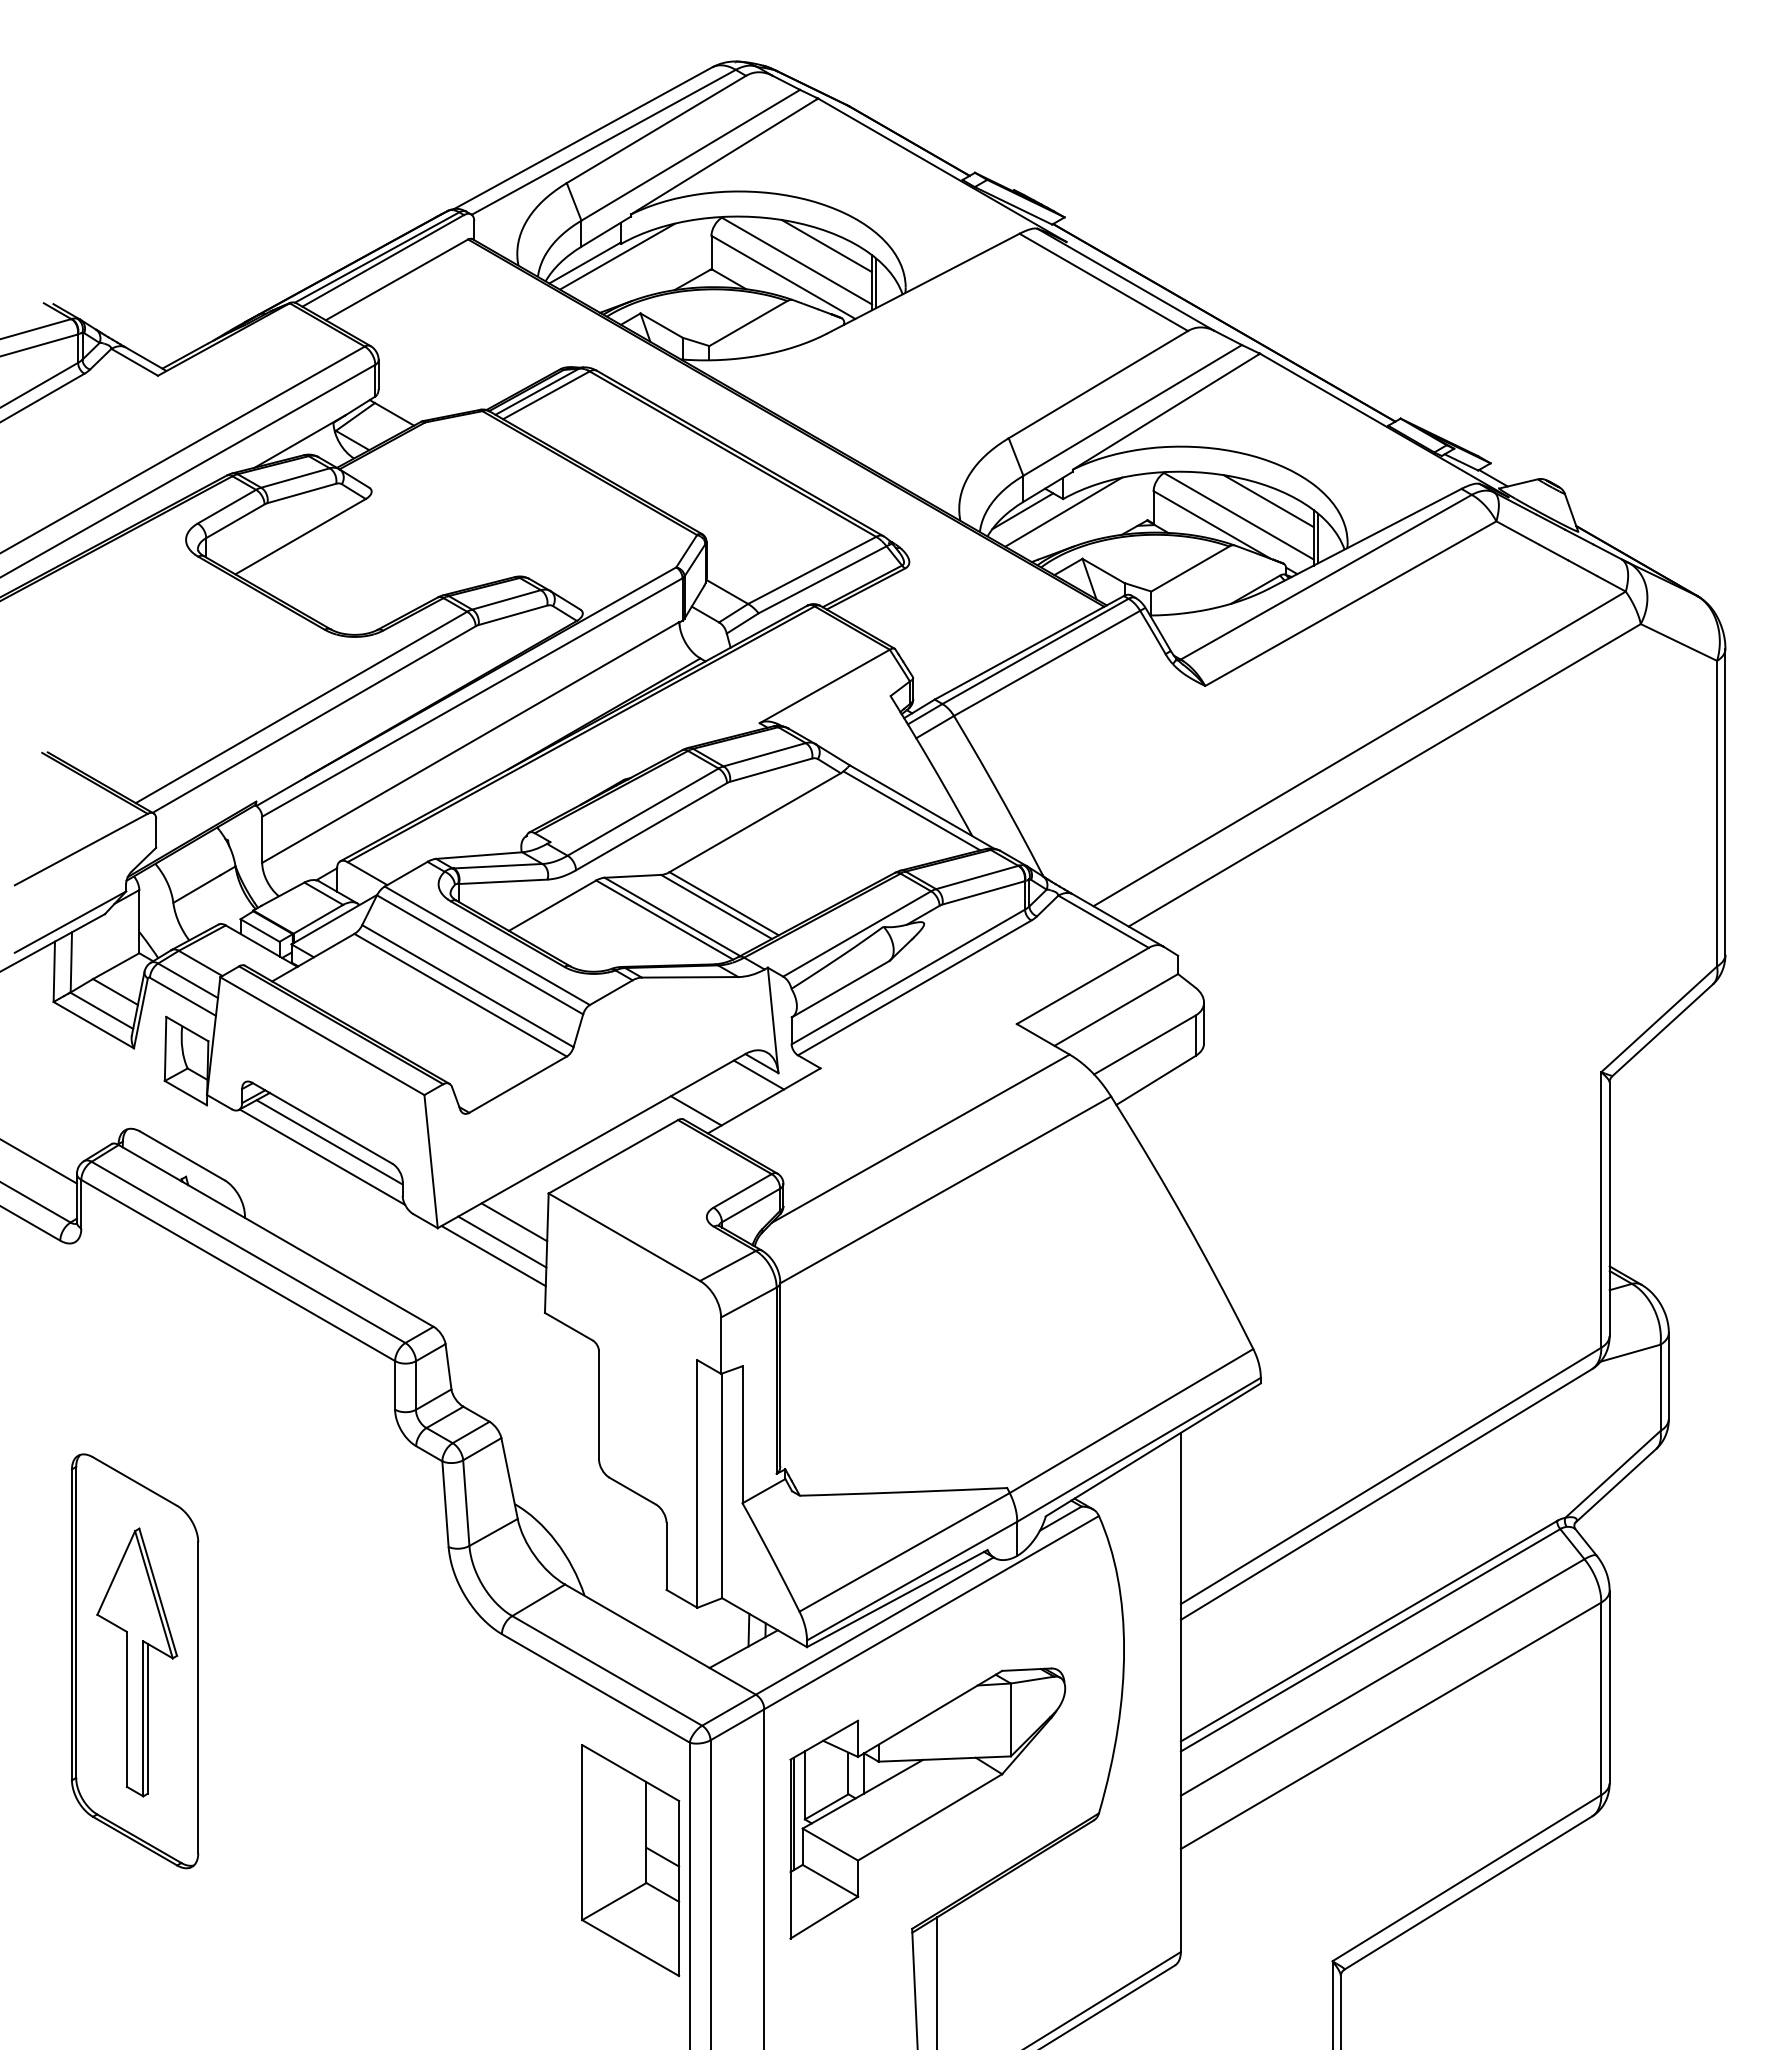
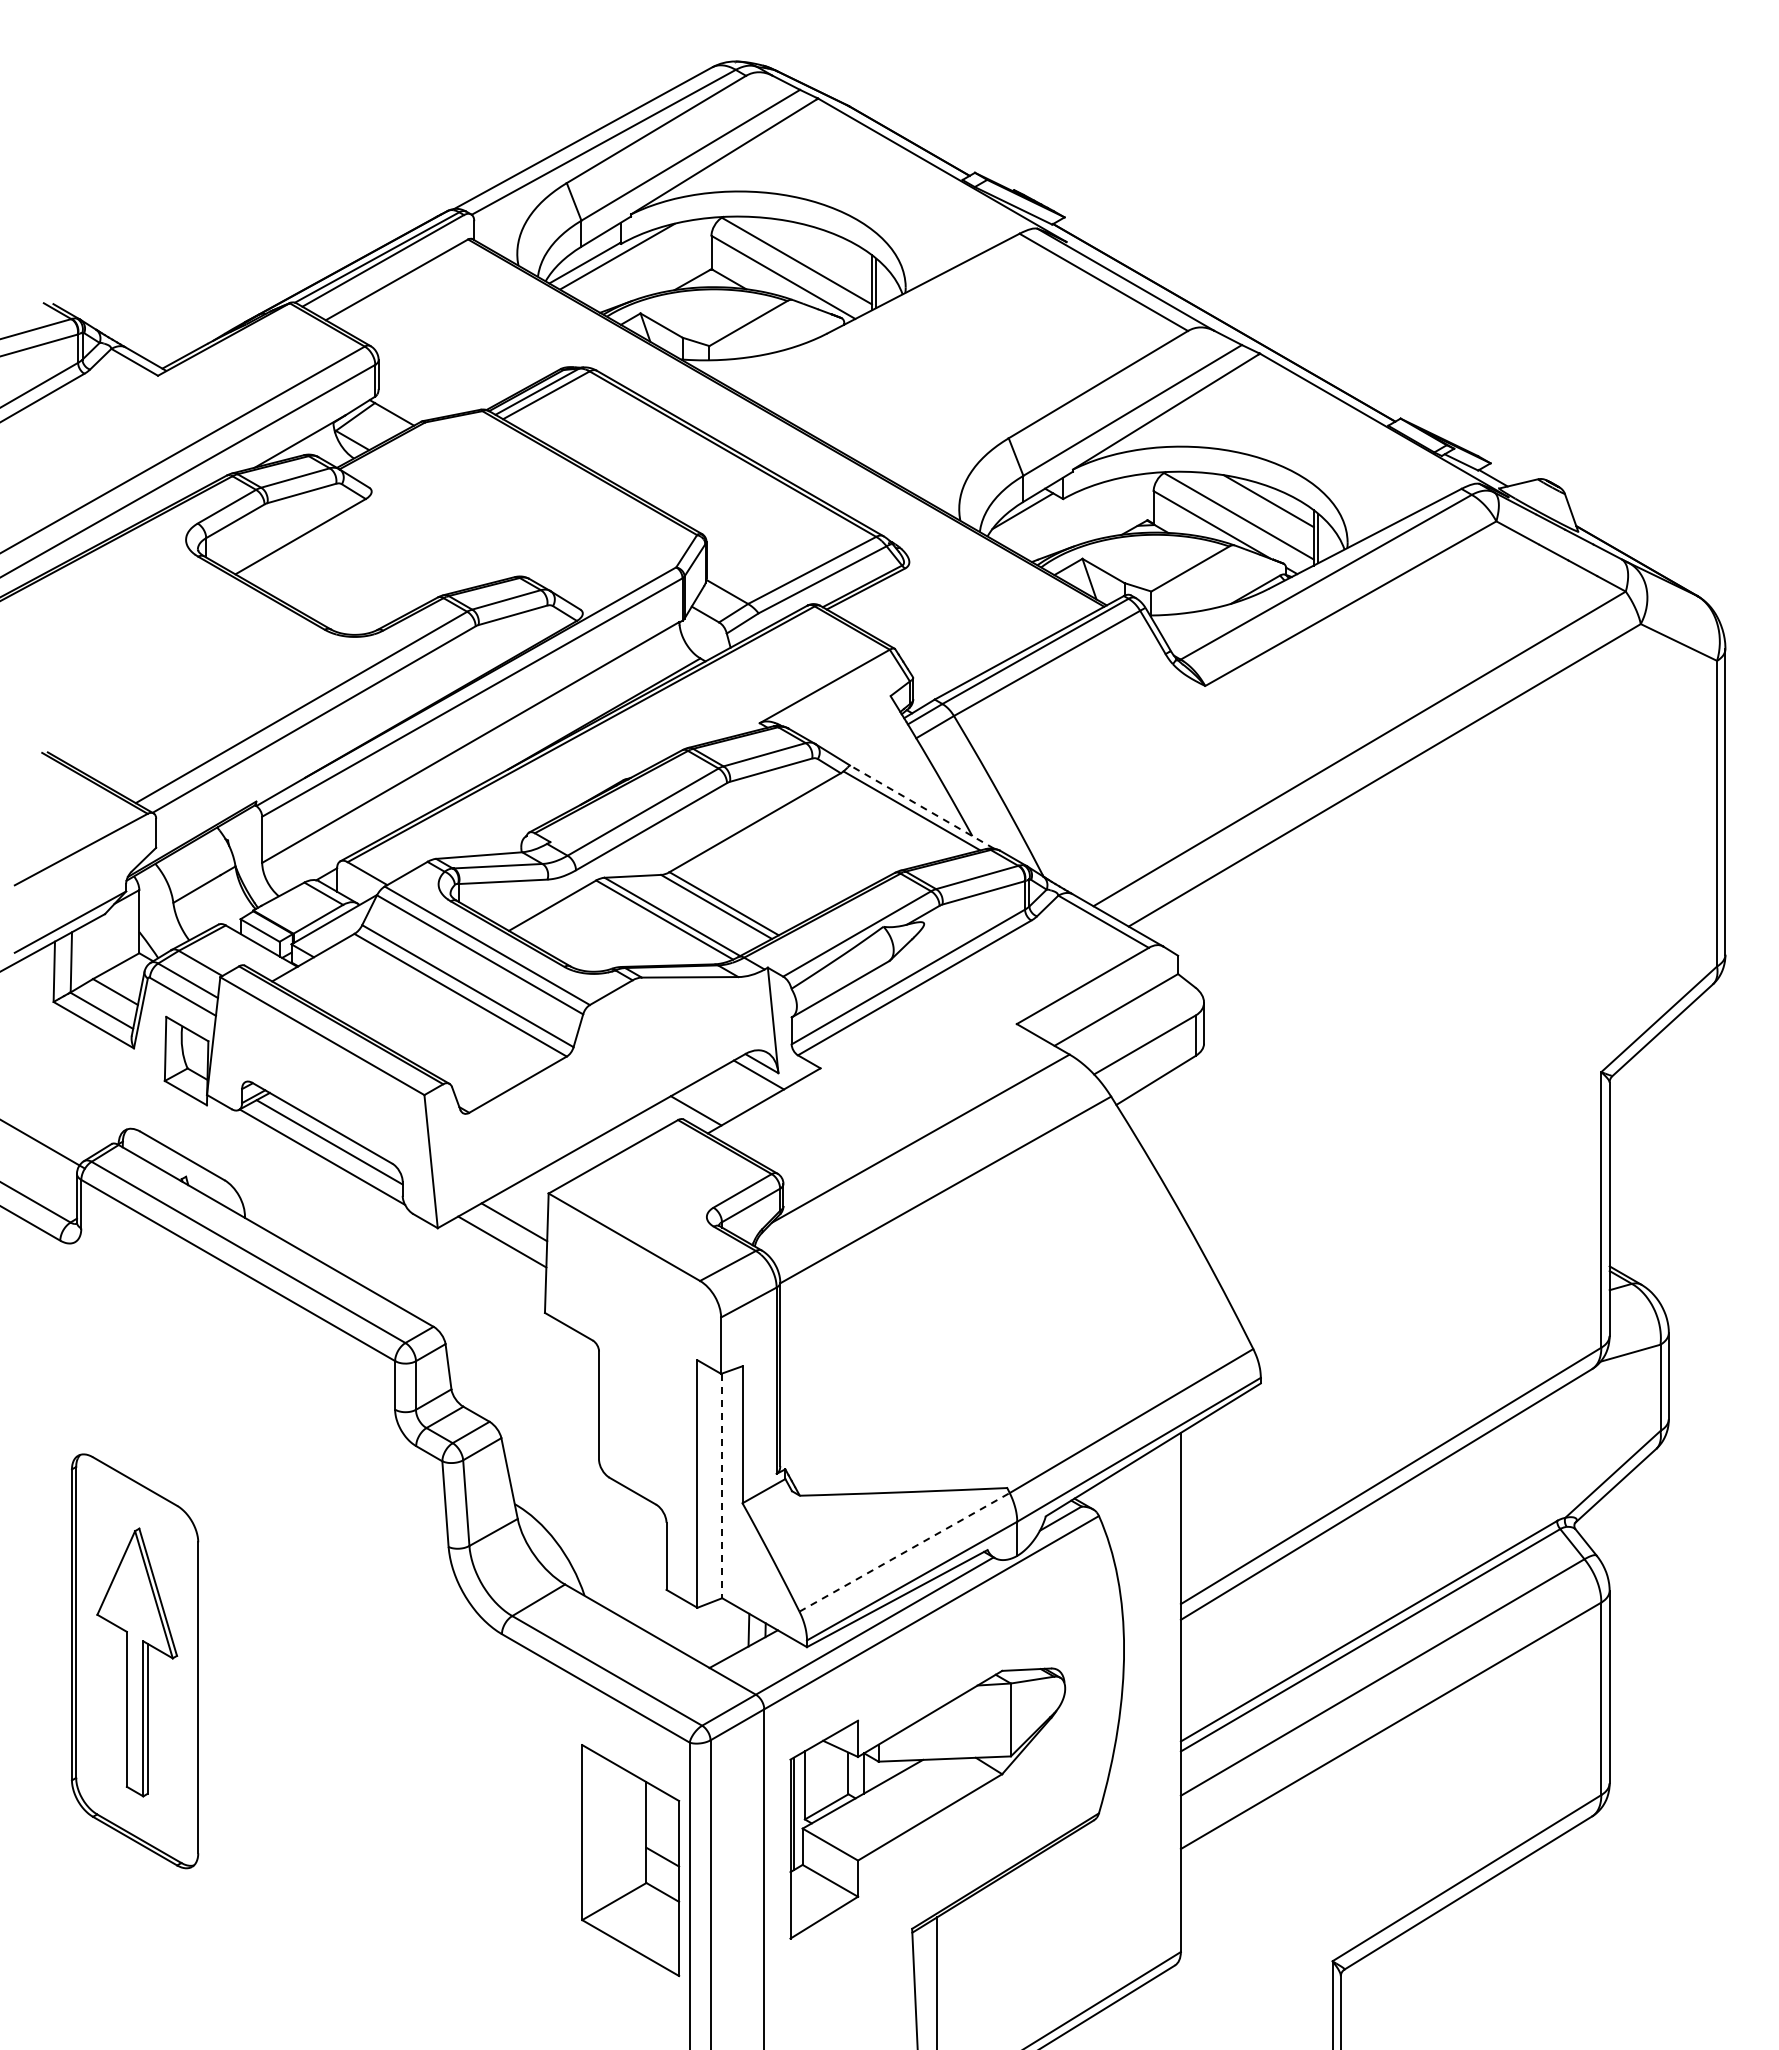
line at (826, 246): present -> none
line at (1063, 511): present -> none
line at (921, 806): solid -> dashed
line at (39, 1161) position: (39, 1161) -> (43, 1144)
line at (493, 1256): present -> none
line at (722, 1486): solid -> dashed
line at (904, 1552): solid -> dashed
